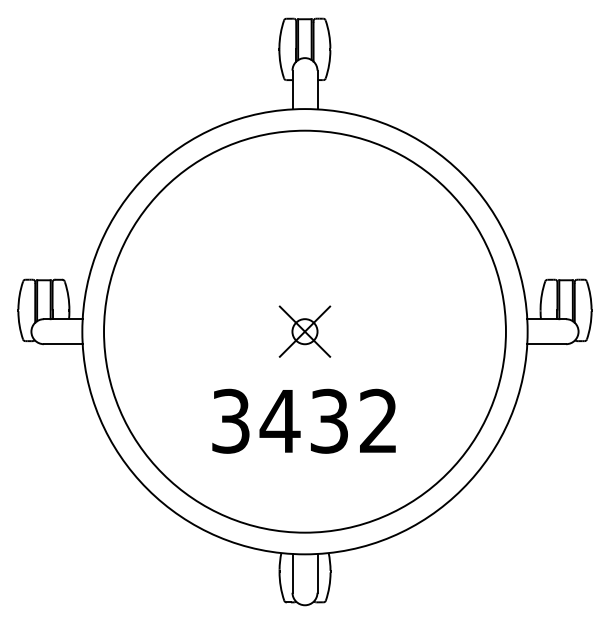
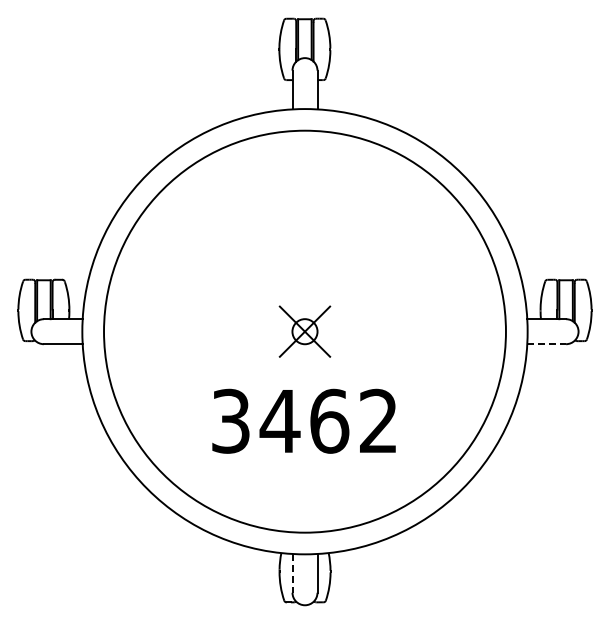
line at (547, 344): solid -> dashed
text at (329, 420): 3432 -> 3462
line at (292, 573): solid -> dashed
